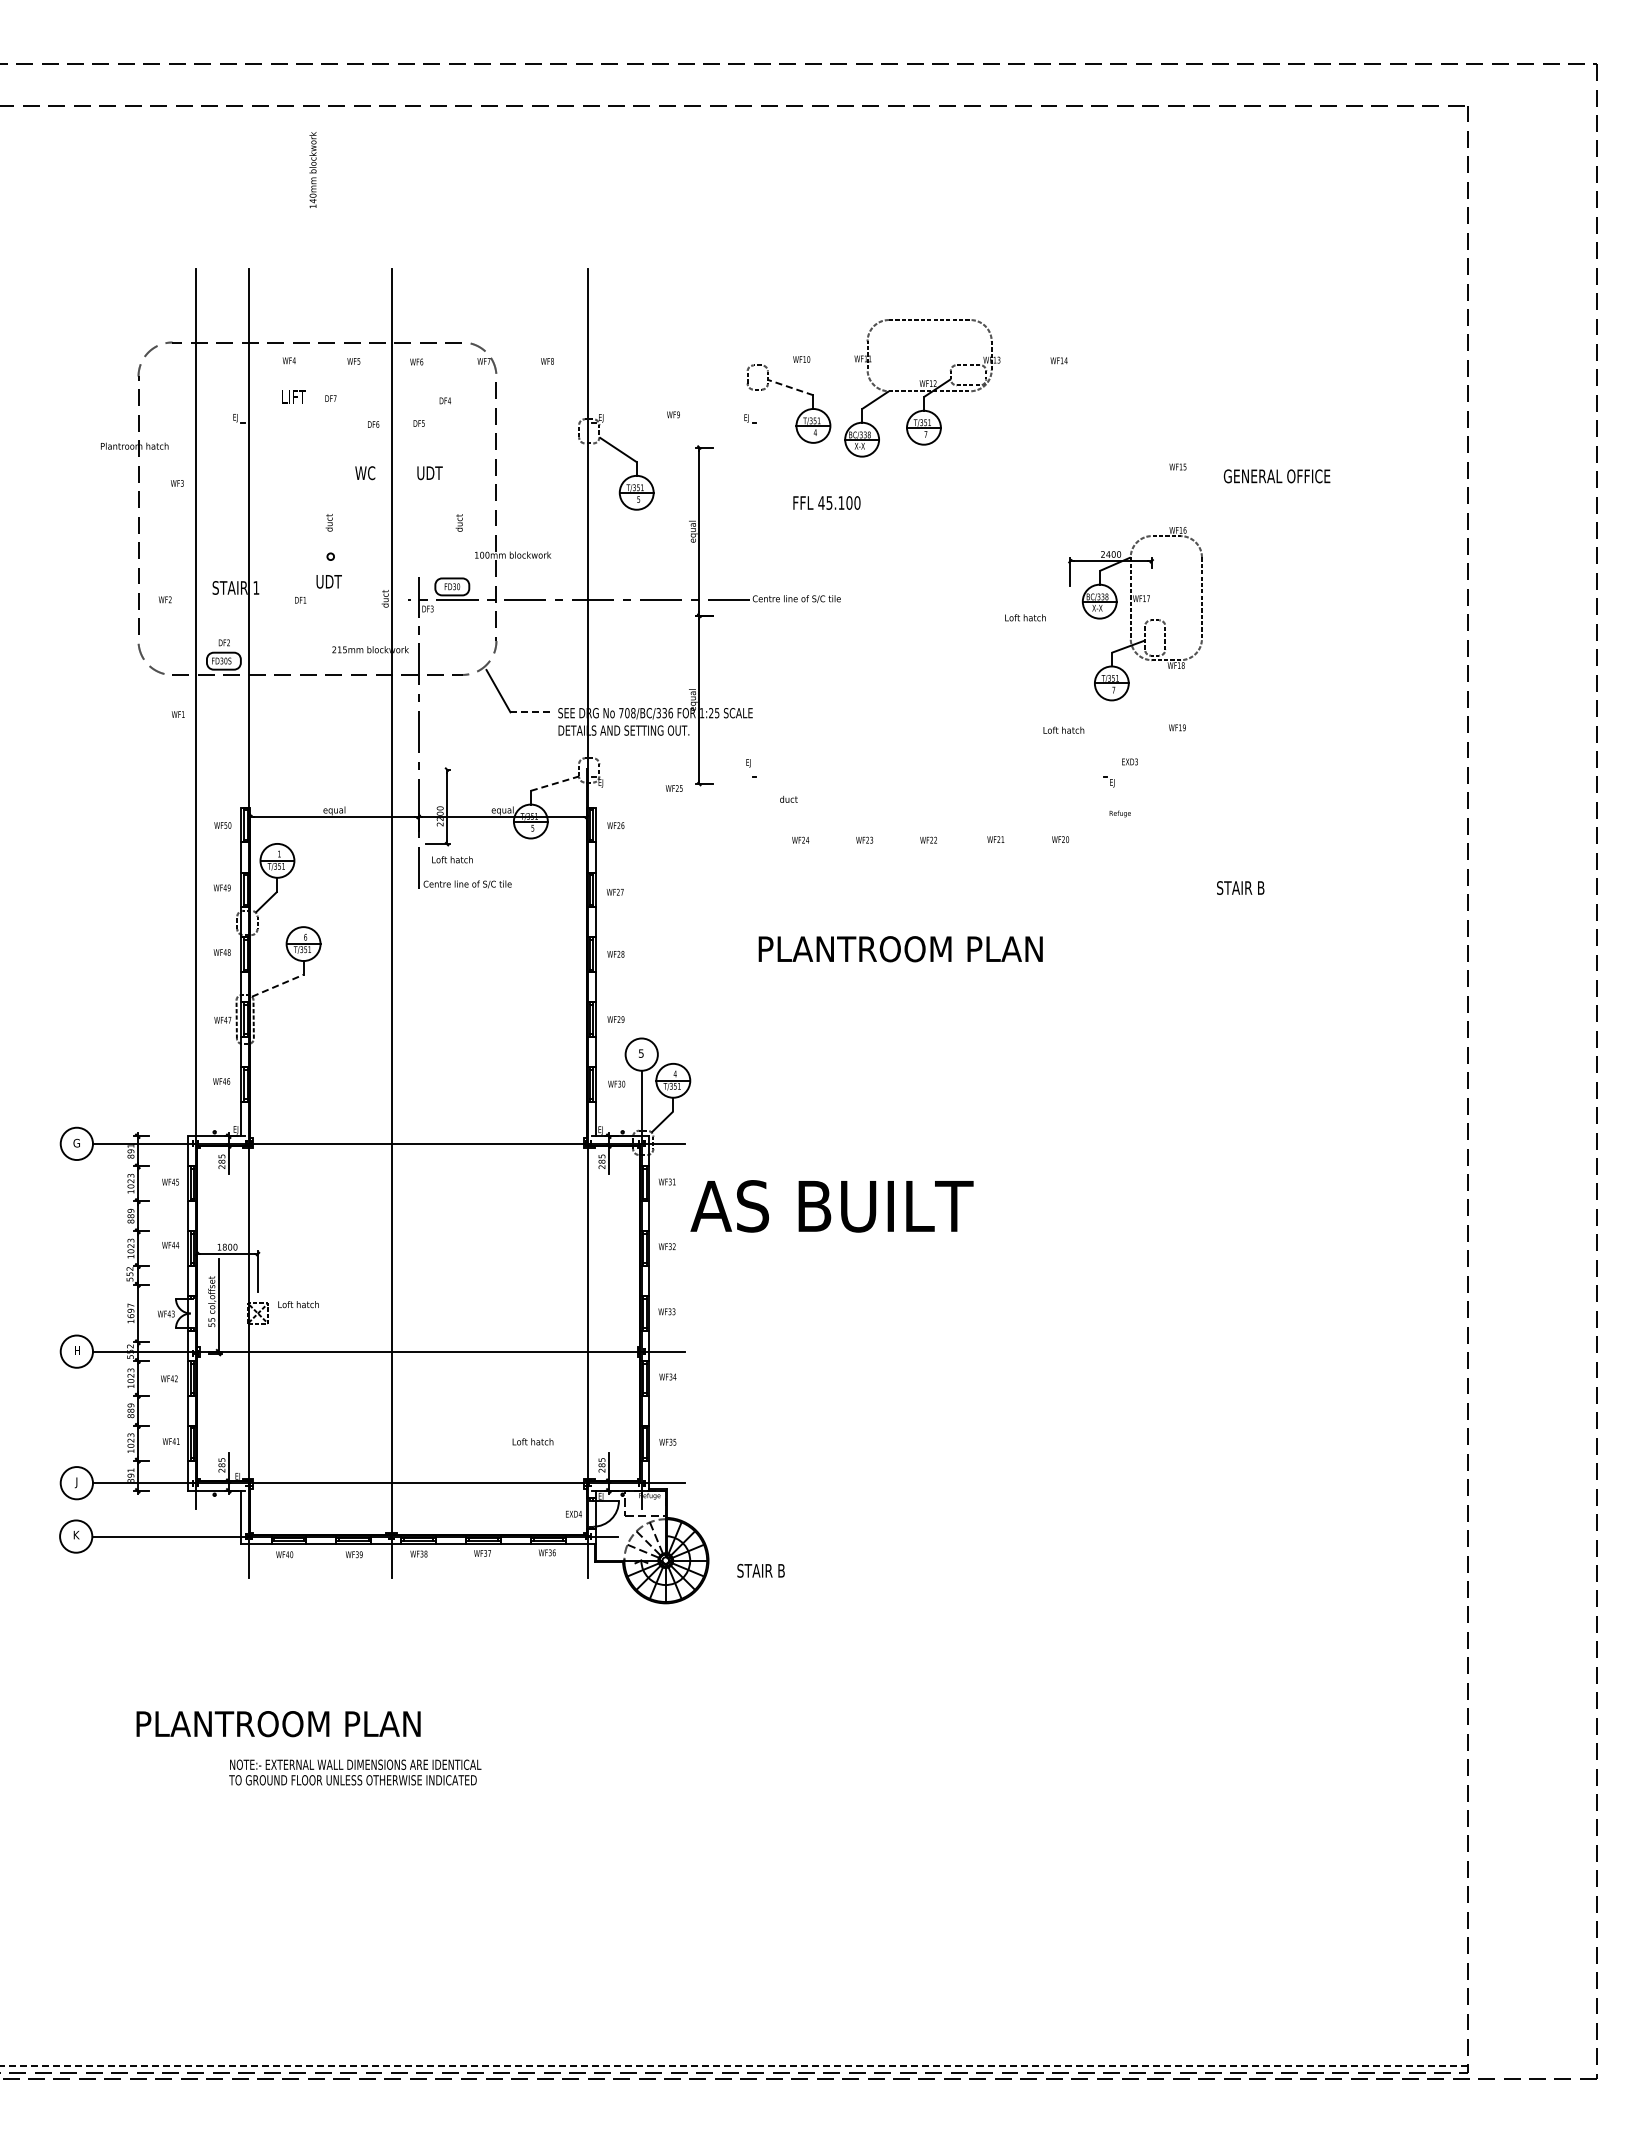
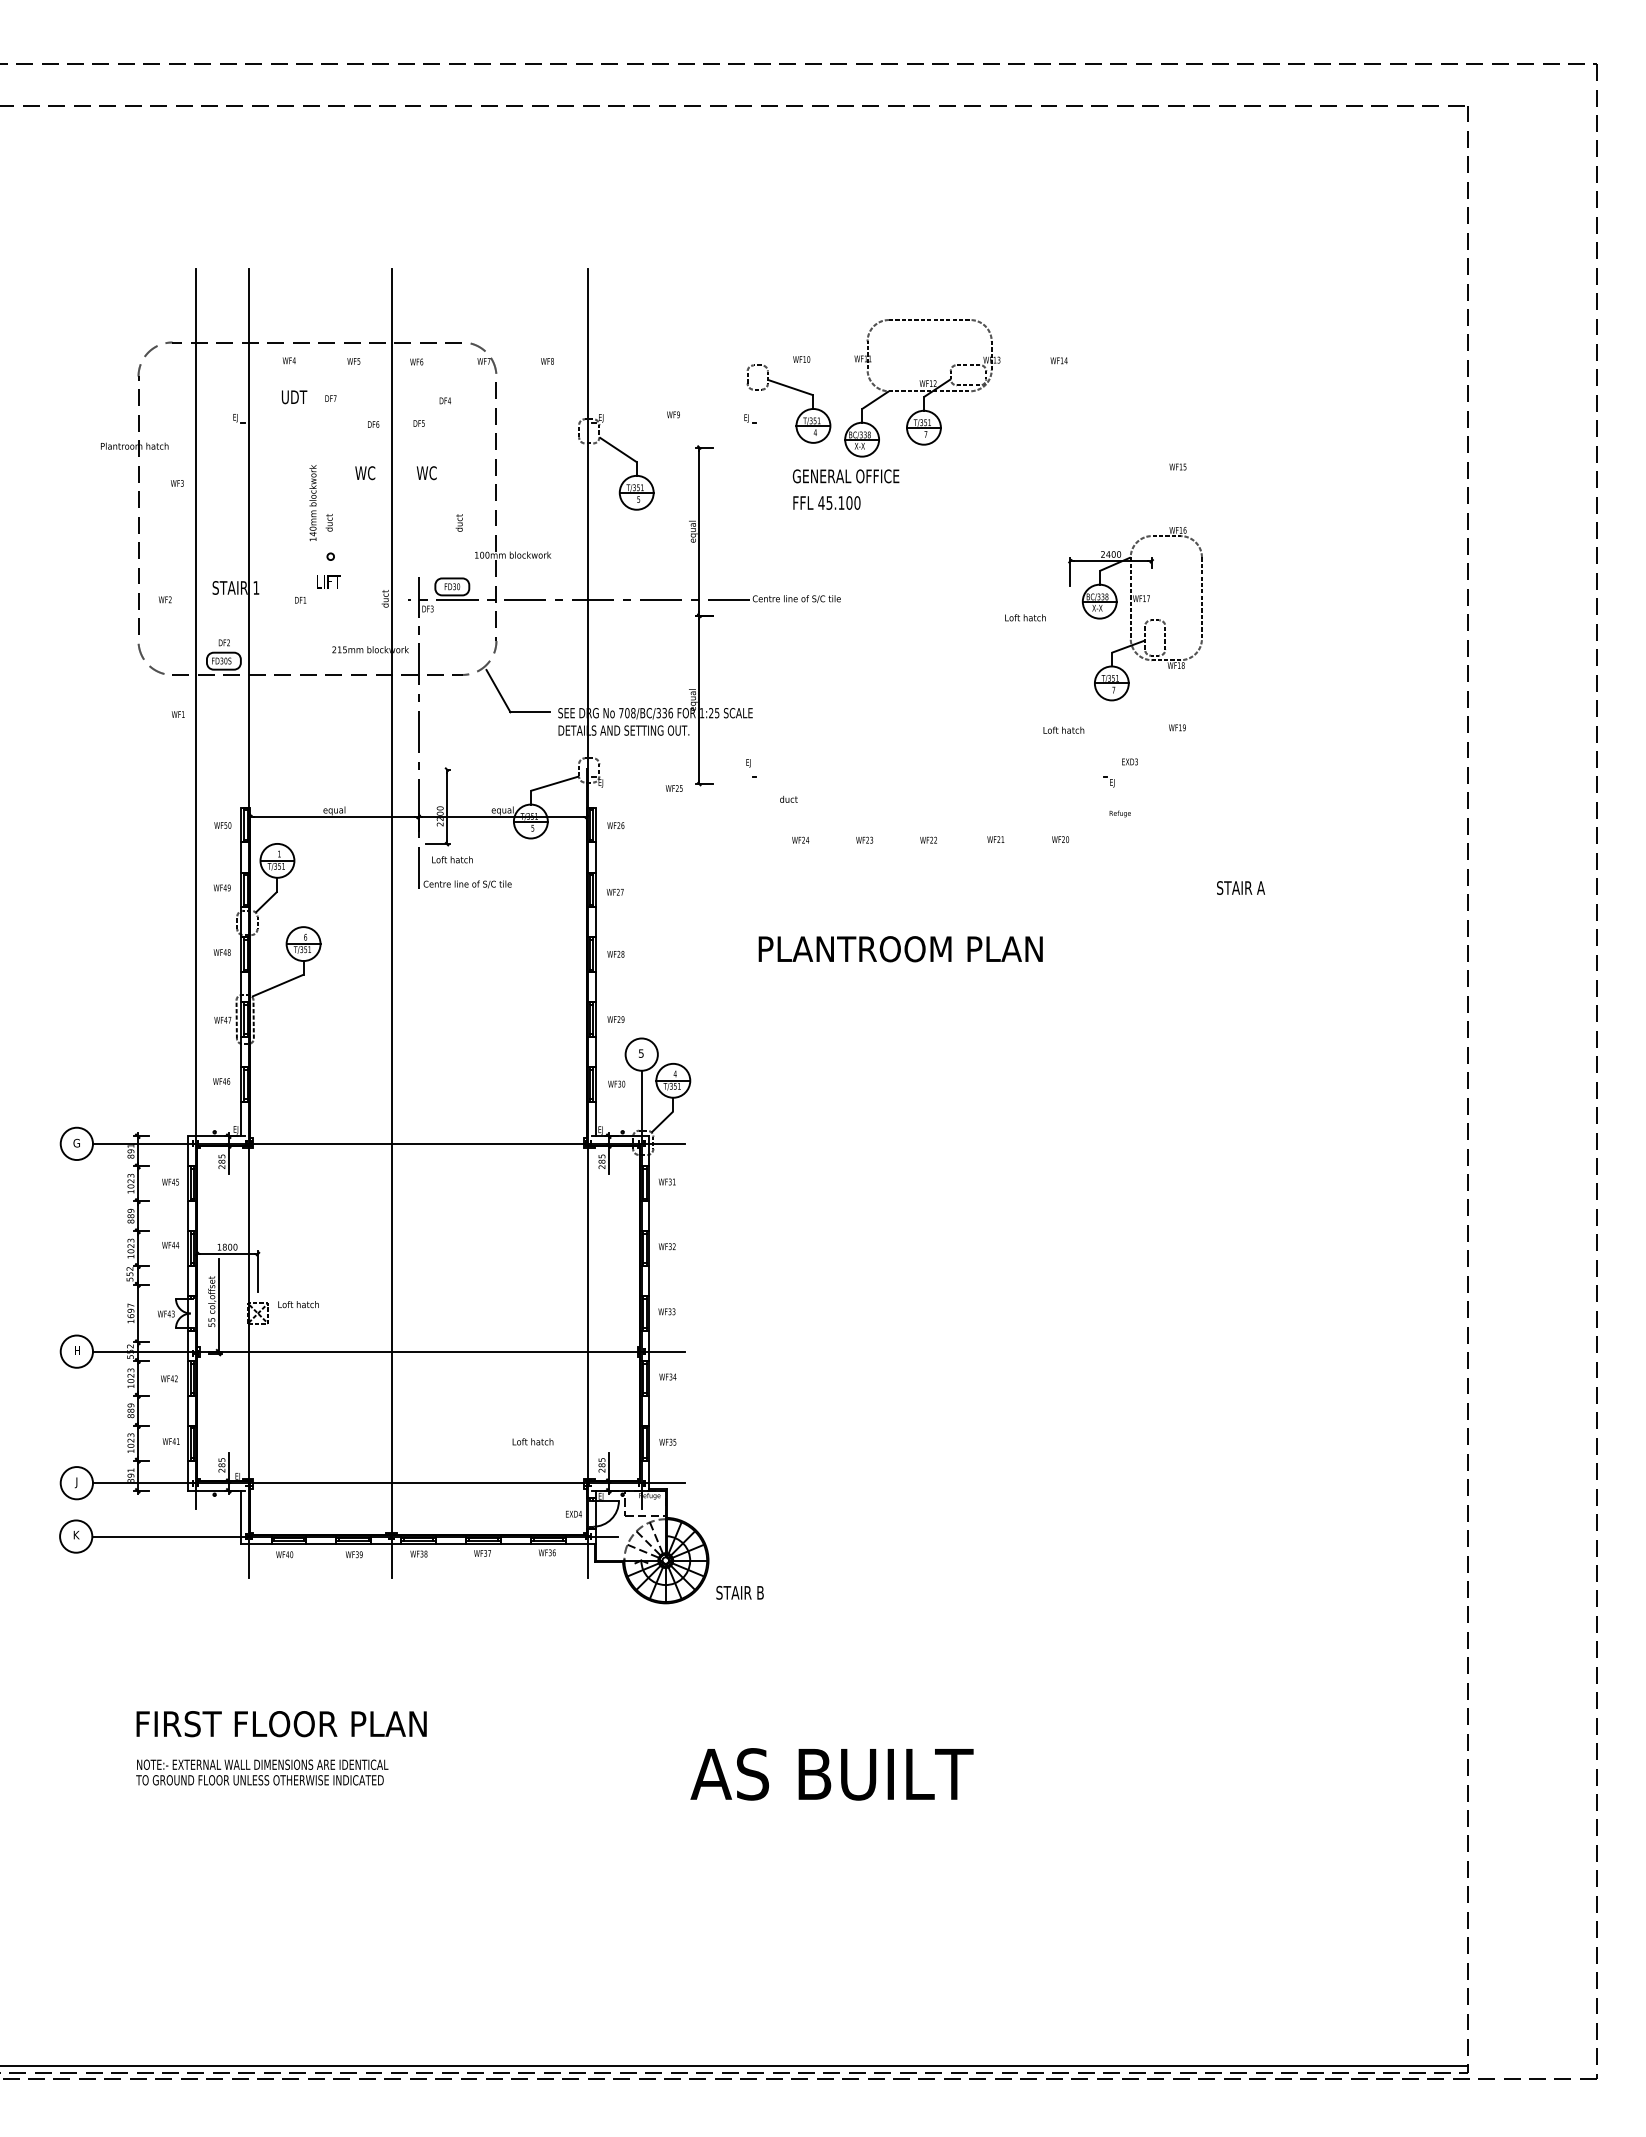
text at (312, 169) position: (312, 169) -> (312, 502)
line at (790, 387): dashed -> solid
text at (294, 397): LIFT -> UDT
text at (429, 473): UDT -> WC
text at (1276, 476) position: (1276, 476) -> (845, 476)
text at (328, 581): UDT -> LIFT
line at (530, 712): dashed -> solid
line at (555, 783): dashed -> solid
text at (1261, 887): STAIR B -> STAIR A
line at (278, 985): dashed -> solid
text at (831, 1206) position: (831, 1206) -> (831, 1774)
text at (760, 1570) position: (760, 1570) -> (739, 1592)
text at (282, 1724): PLANTROOM PLAN -> FIRST FLOOR PLAN
text at (355, 1772) position: (355, 1772) -> (262, 1772)
line at (733, 2066): dashed -> solid
